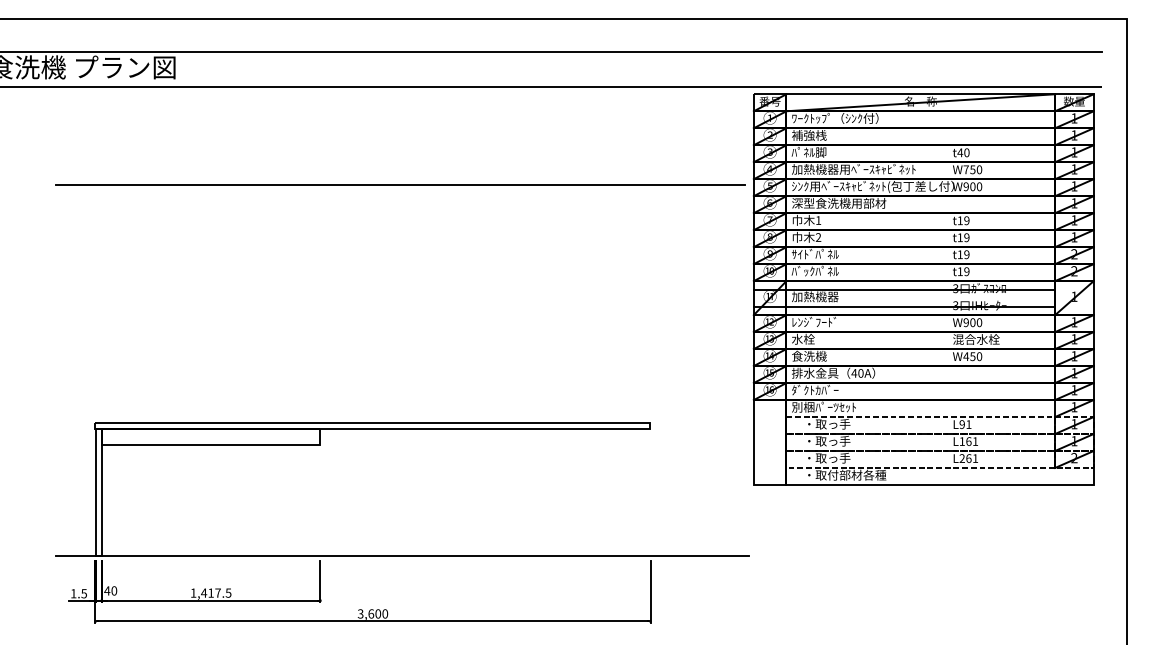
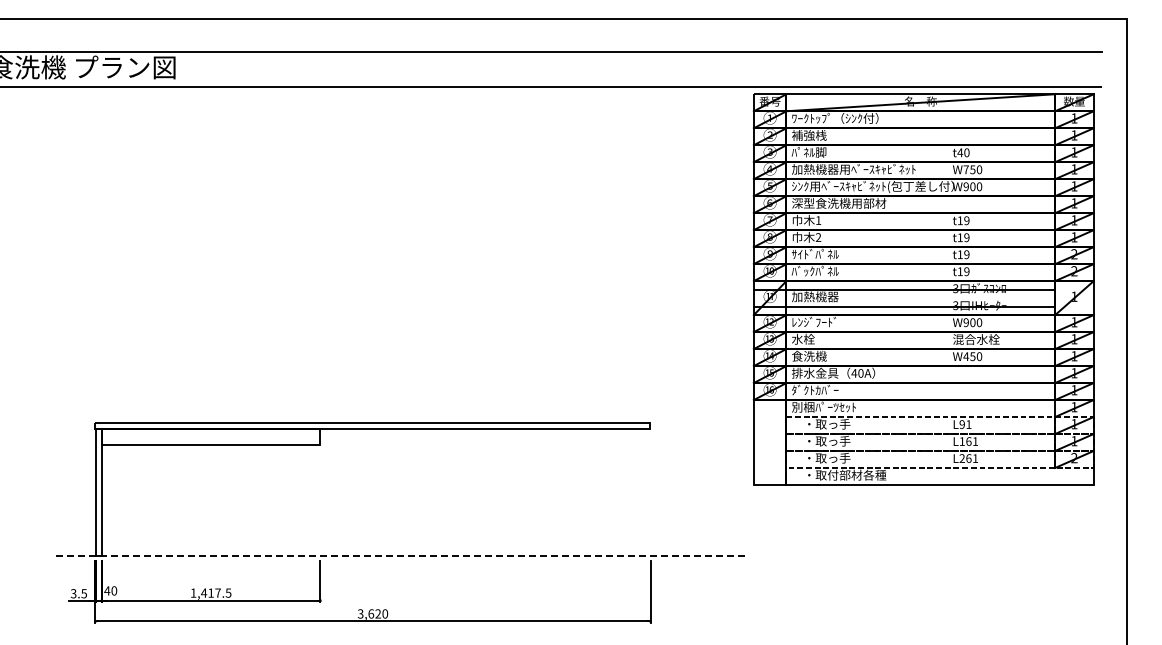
line at (399, 185): present -> none
line at (402, 555): solid -> dashed
text at (73, 593): 1.5 -> 3.5
text at (378, 613): 3,600 -> 3,620
